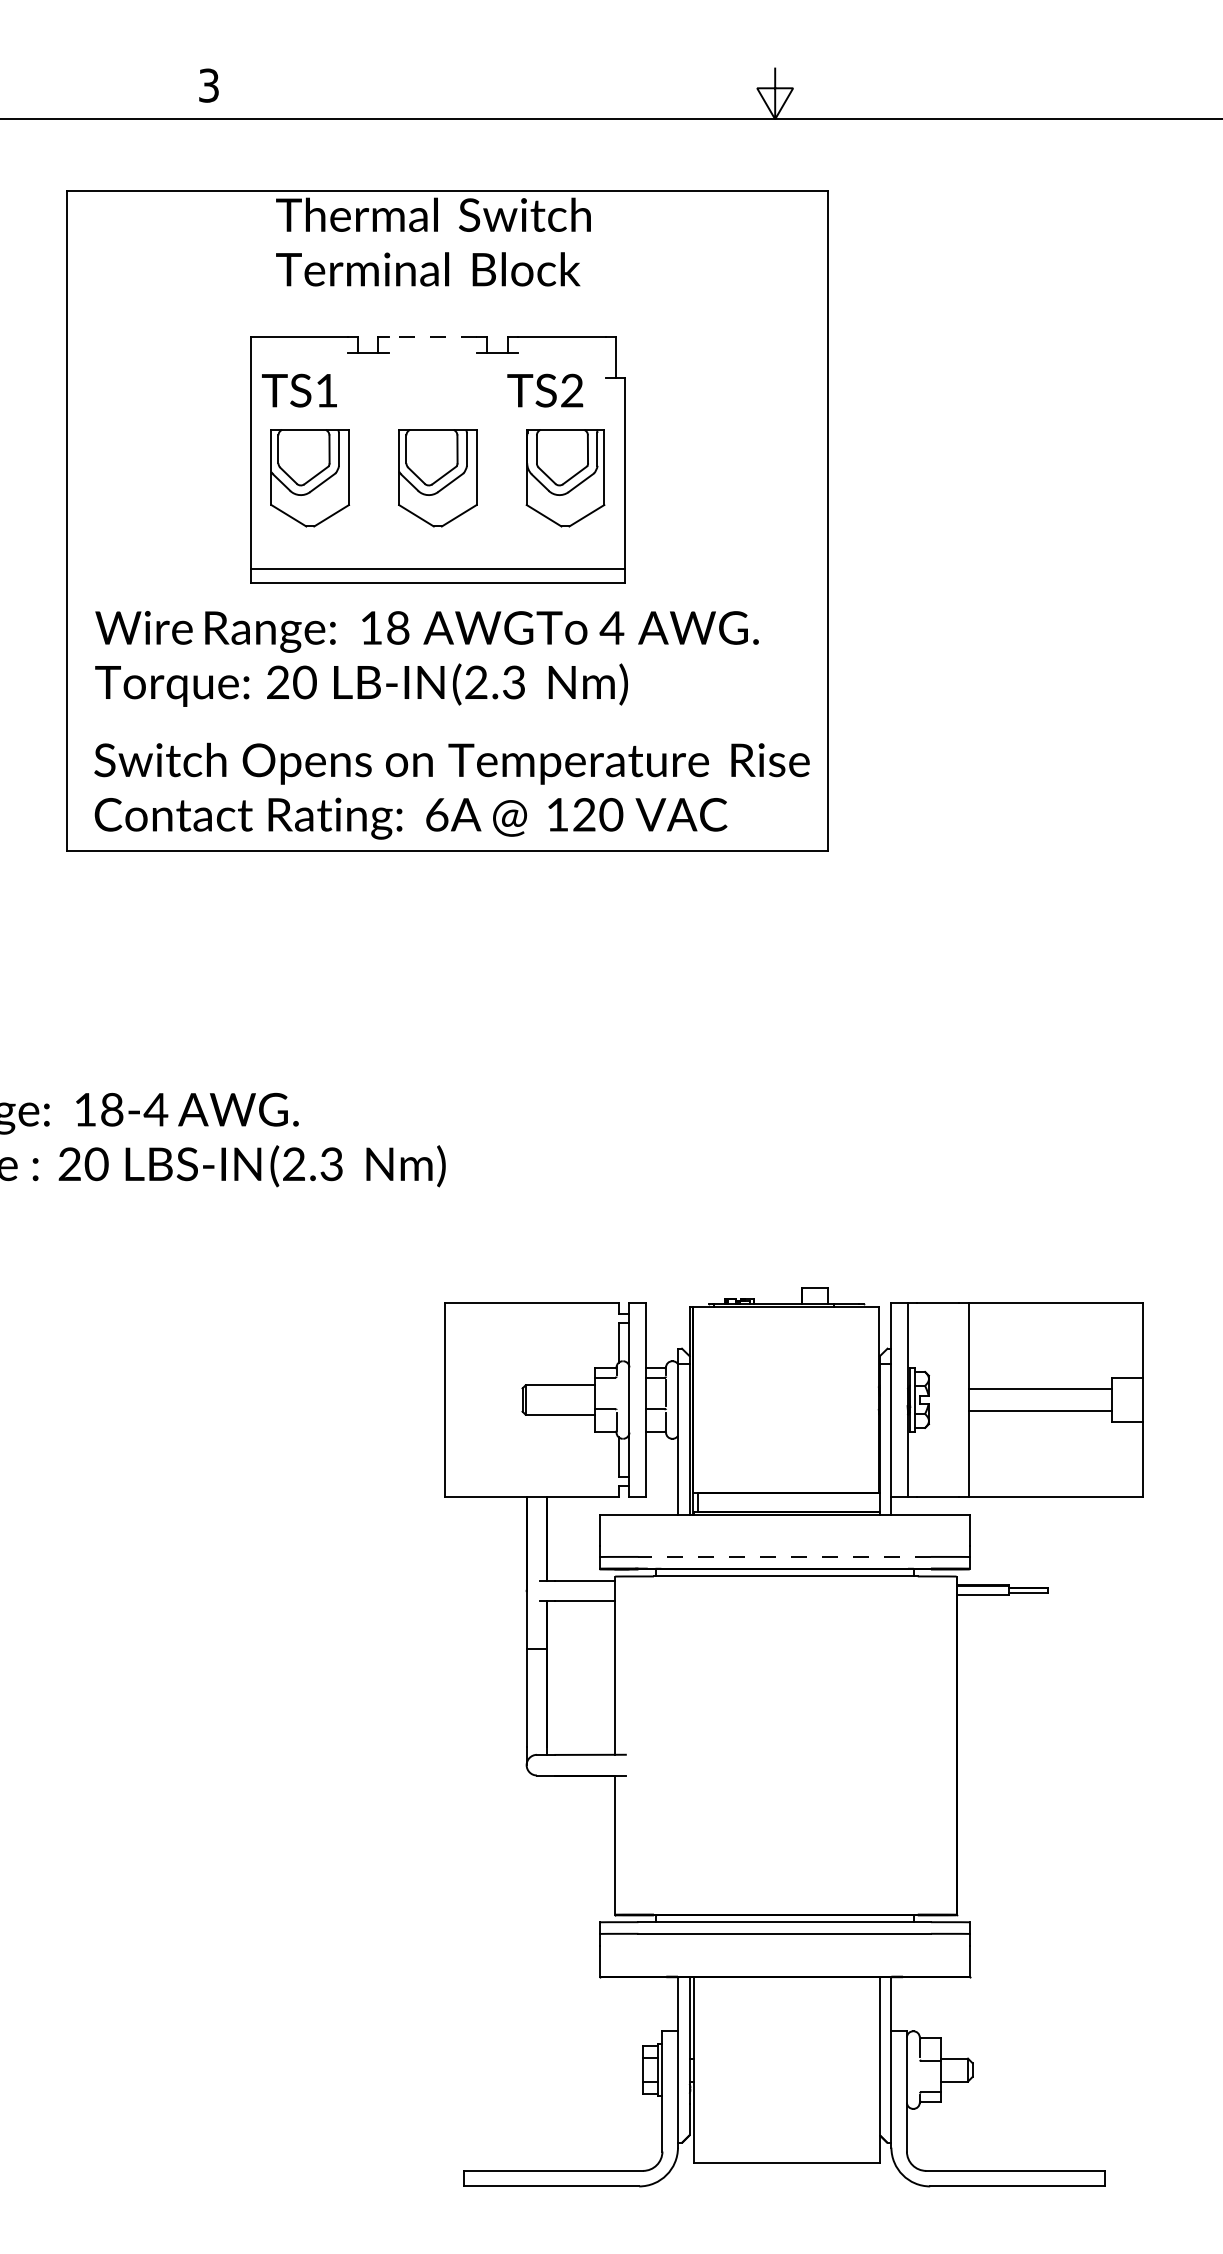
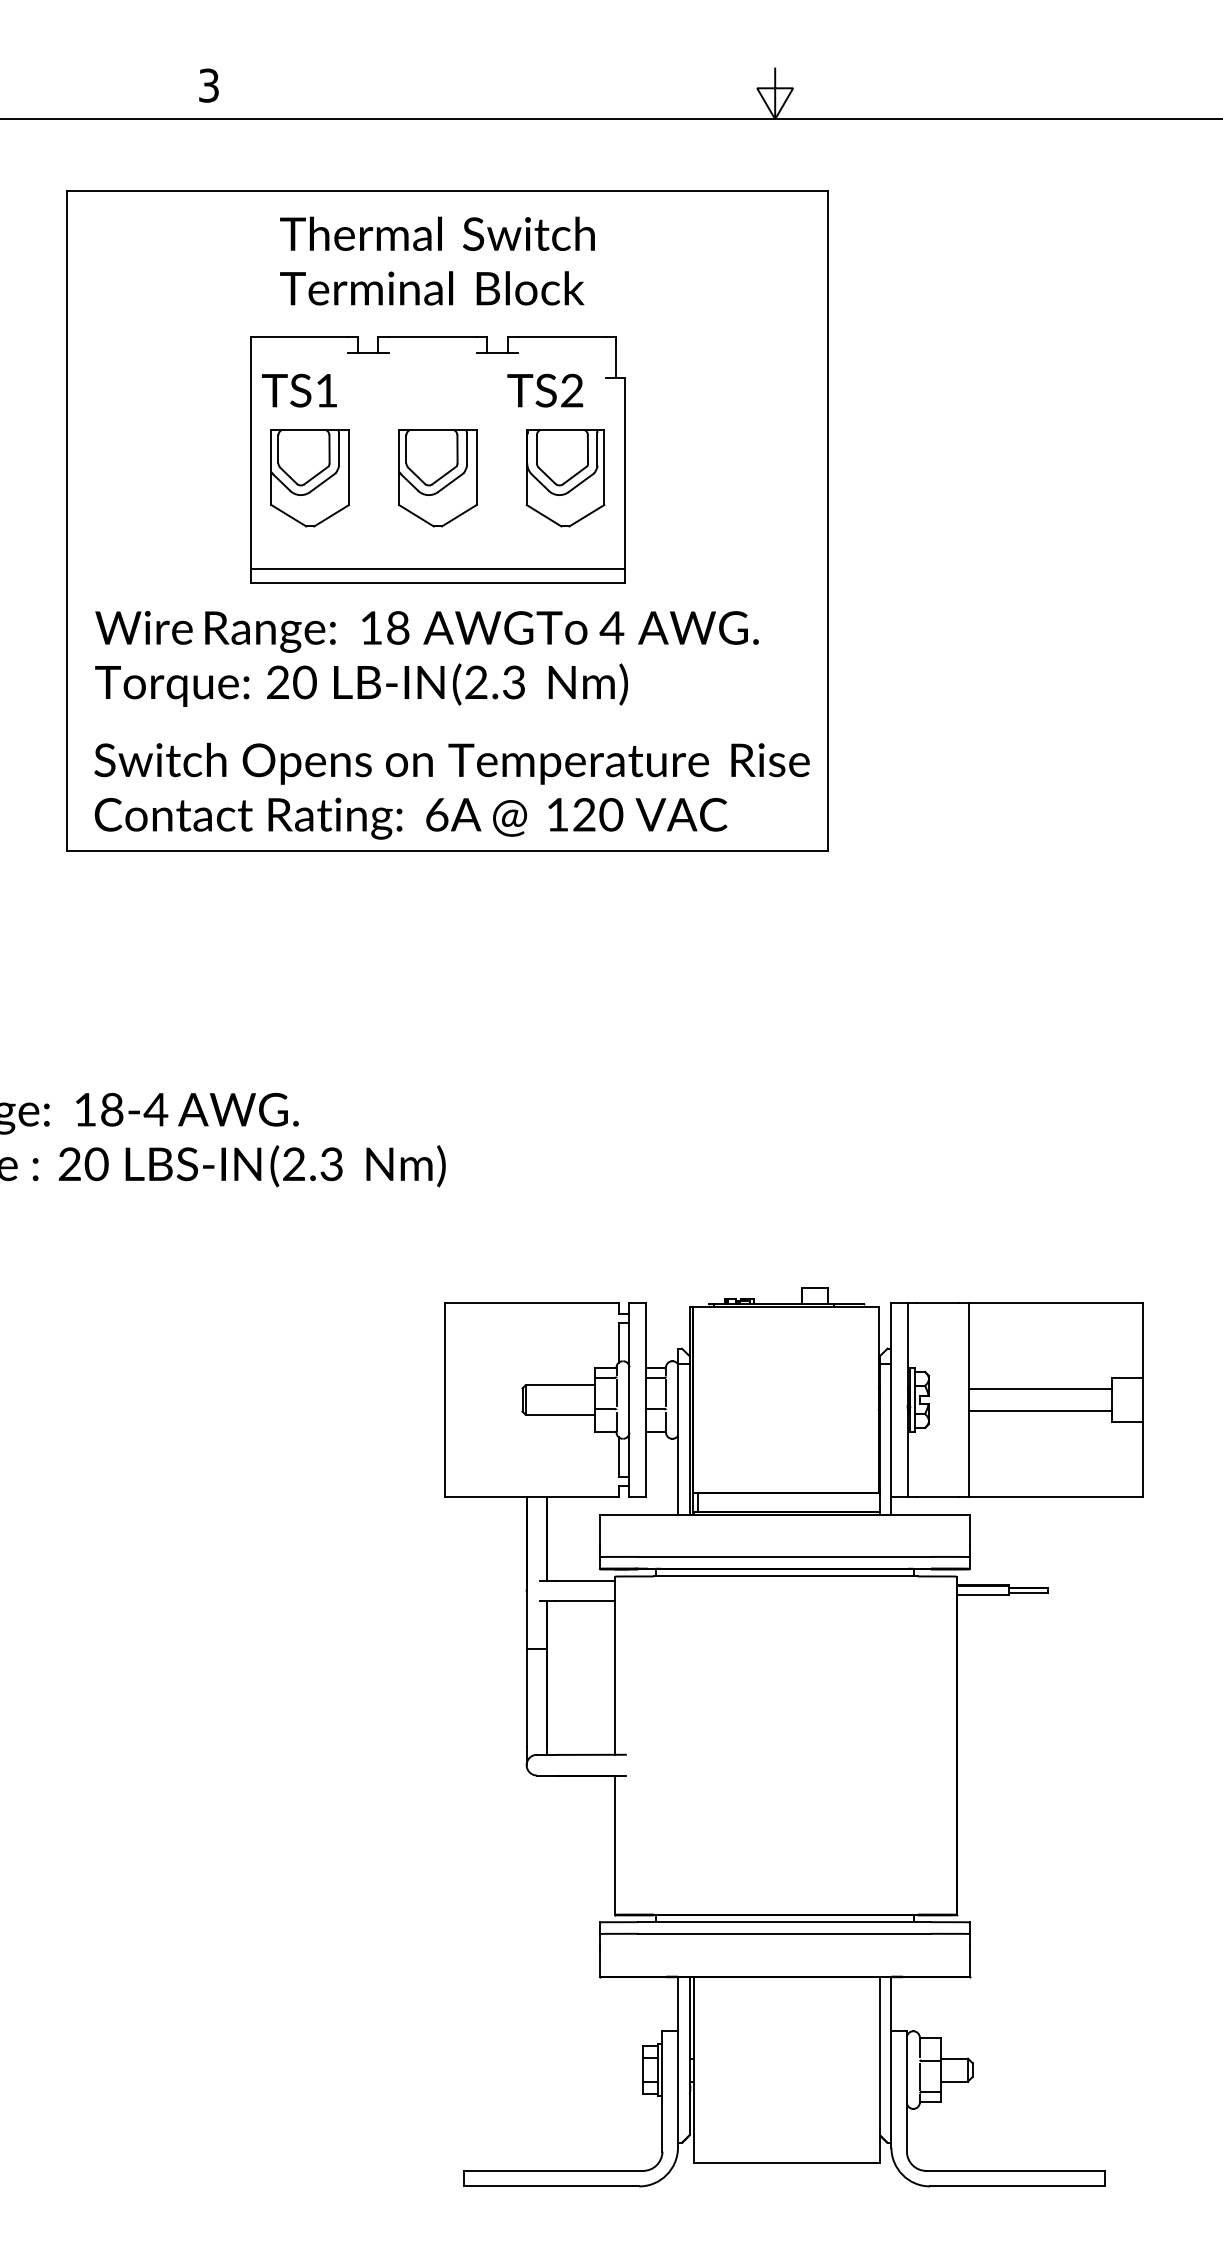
text at (433, 241) position: (433, 241) -> (437, 260)
line at (432, 336): dashed -> solid
line at (616, 1393): none -> present
line at (784, 1557): dashed -> solid
line at (919, 2076): none -> present
